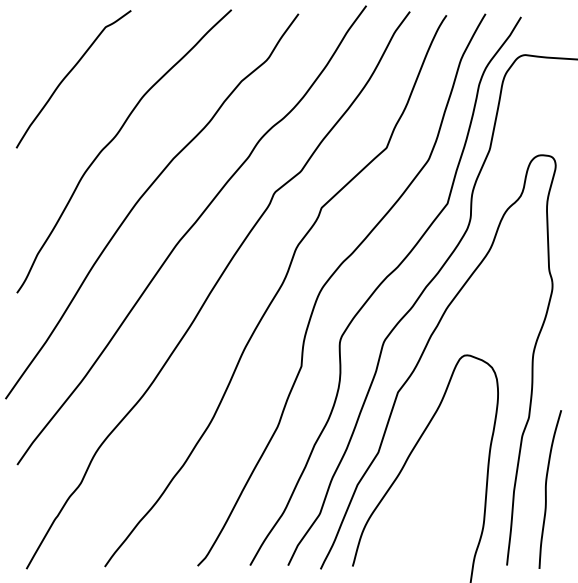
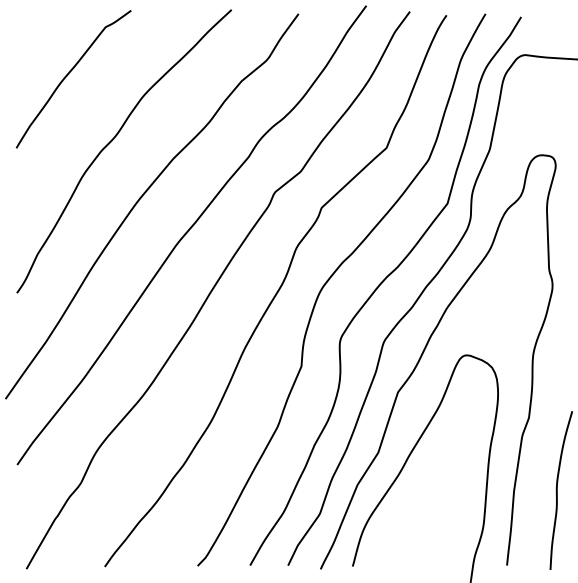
curve at (546, 489) position: (546, 489) -> (557, 490)
